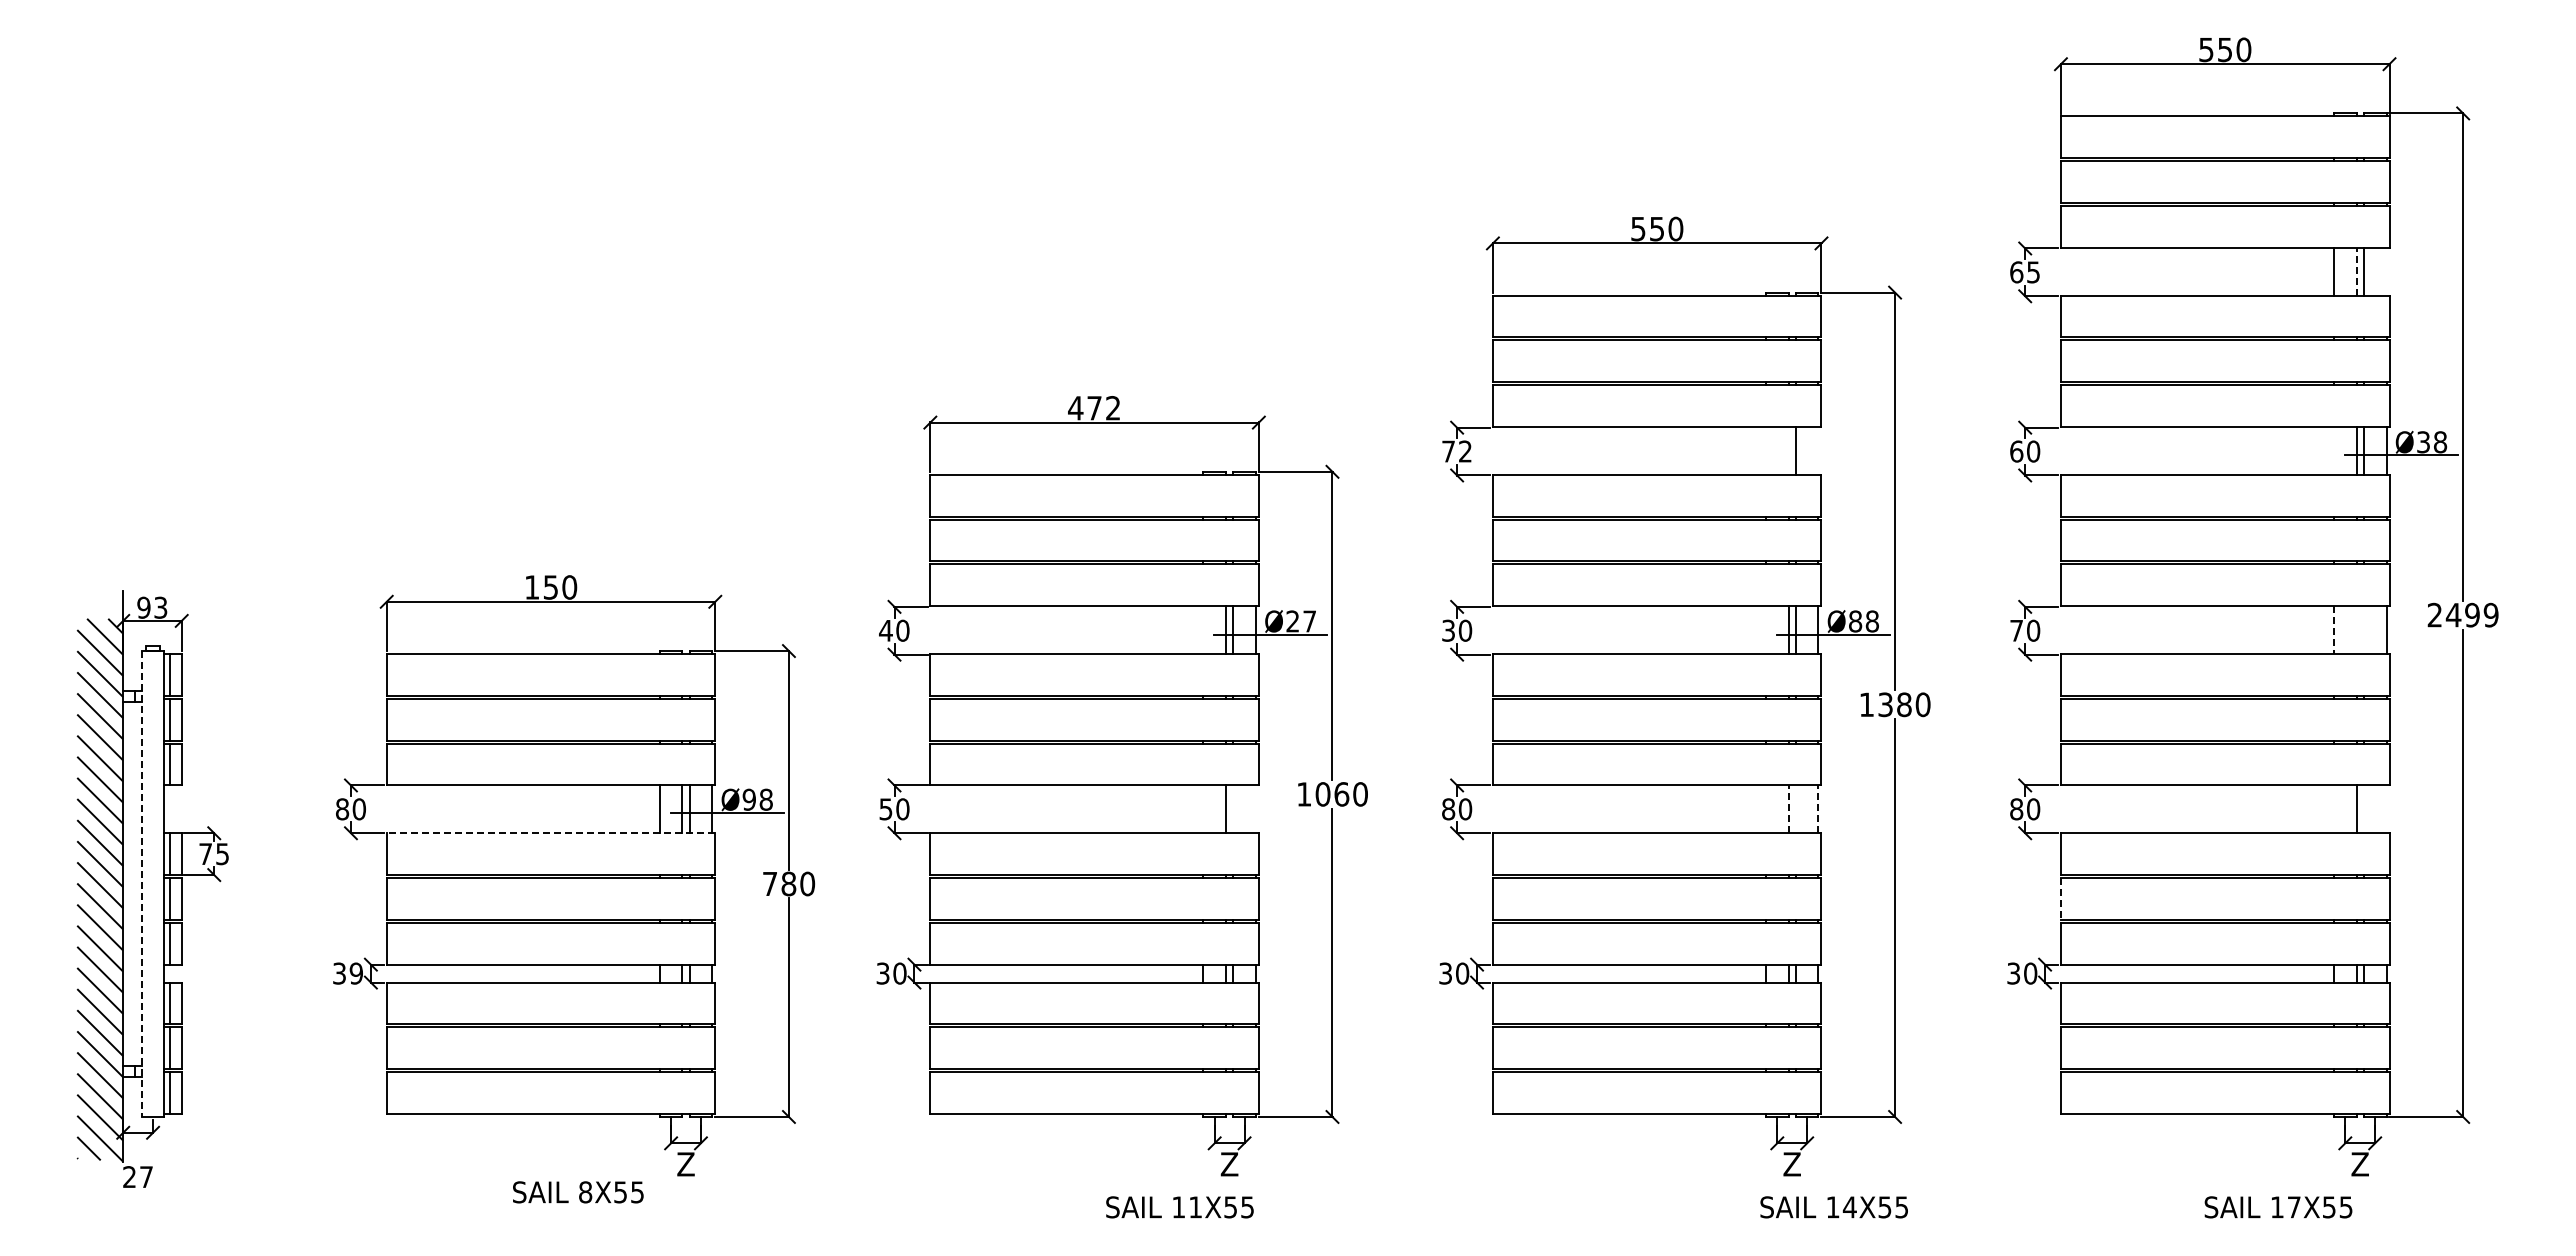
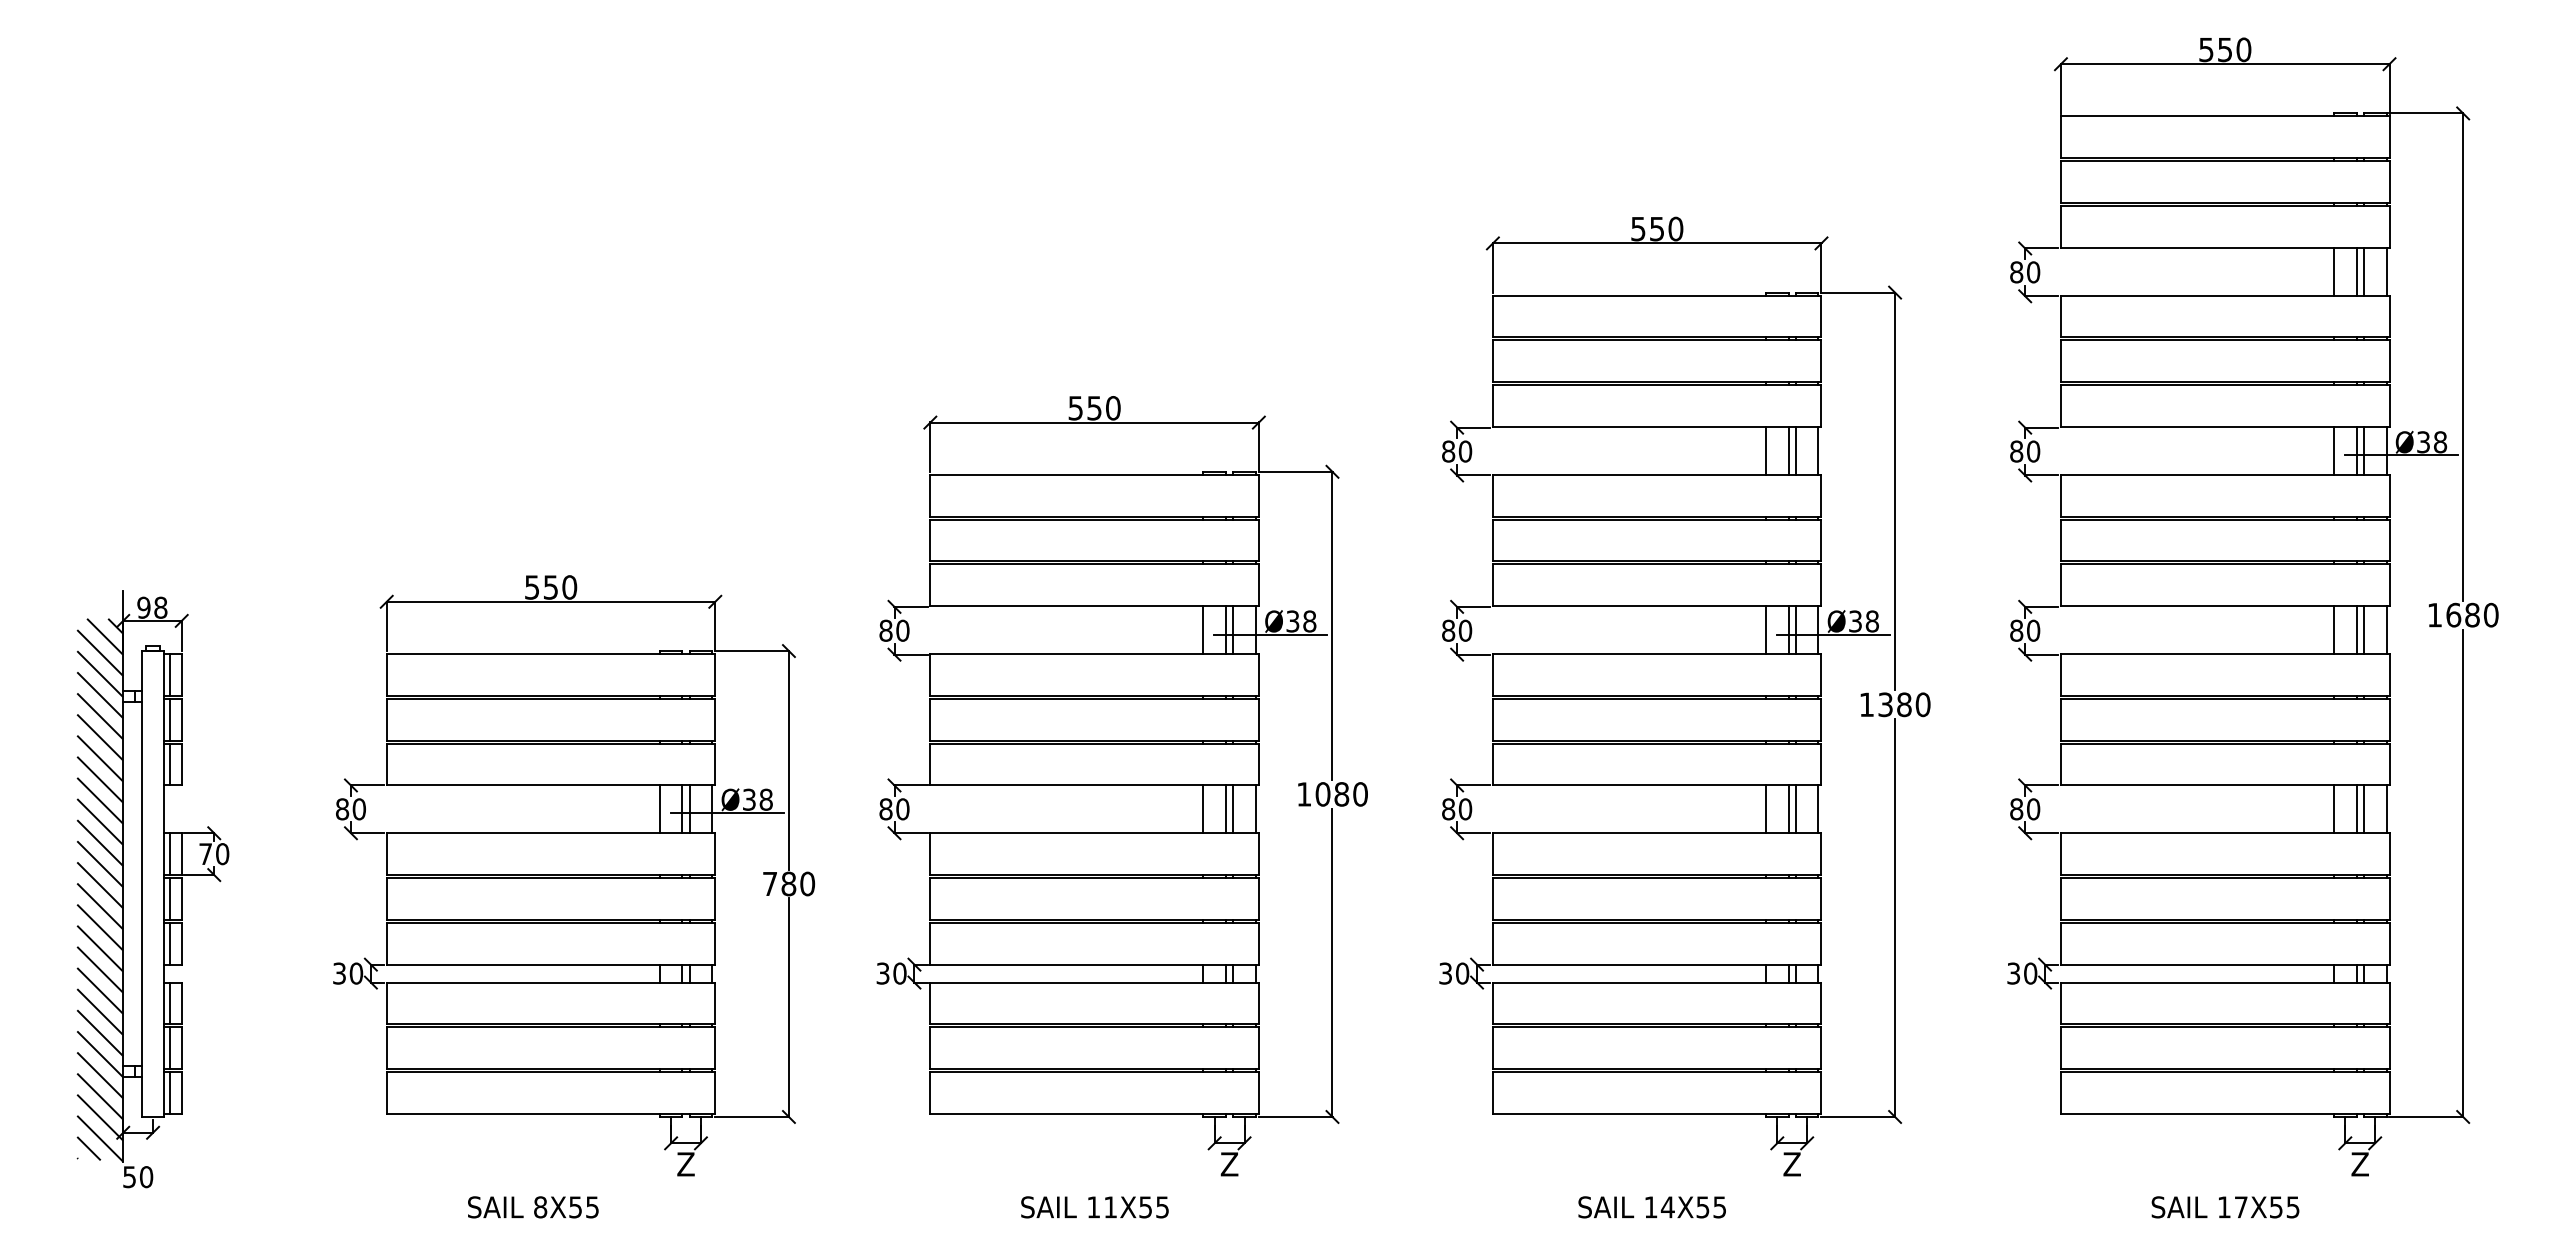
line at (2356, 271): dashed -> solid
line at (2386, 271): none -> present
text at (2025, 272): 65 -> 80
text at (1094, 408): 472 -> 550
line at (1765, 450): none -> present
line at (1788, 450): none -> present
line at (1818, 450): none -> present
line at (2333, 450): none -> present
text at (1457, 451): 72 -> 80
text at (2016, 451): 60 -> 80
text at (531, 587): 150 -> 550
text at (160, 607): 93 -> 98
text at (2462, 614): 2499 -> 1680
text at (1301, 621): Ø27 -> Ø38
text at (1855, 621): Ø88 -> Ø38
text at (885, 630): 40 -> 80
line at (1203, 630): none -> present
text at (1448, 630): 30 -> 80
line at (1765, 630): none -> present
text at (2016, 630): 70 -> 80
line at (2333, 630): dashed -> solid
line at (2356, 630): none -> present
line at (2363, 630): none -> present
text at (1341, 794): 1060 -> 1080
text at (748, 799): Ø98 -> Ø38
text at (885, 809): 50 -> 80
line at (1203, 809): none -> present
line at (1233, 809): none -> present
line at (1255, 809): none -> present
line at (1765, 809): none -> present
line at (1788, 809): dashed -> solid
line at (1795, 809): none -> present
line at (1818, 809): dashed -> solid
line at (2333, 809): none -> present
line at (2363, 809): none -> present
line at (2386, 809): none -> present
line at (550, 833): dashed -> solid
text at (222, 854): 75 -> 70
line at (141, 884): dashed -> solid
line at (2060, 898): dashed -> solid
text at (356, 973): 39 -> 30
text at (138, 1177): 27 -> 50
text at (578, 1192) position: (578, 1192) -> (533, 1207)
text at (1179, 1207) position: (1179, 1207) -> (1094, 1207)
text at (1833, 1207) position: (1833, 1207) -> (1651, 1207)
text at (2278, 1207) position: (2278, 1207) -> (2225, 1207)
